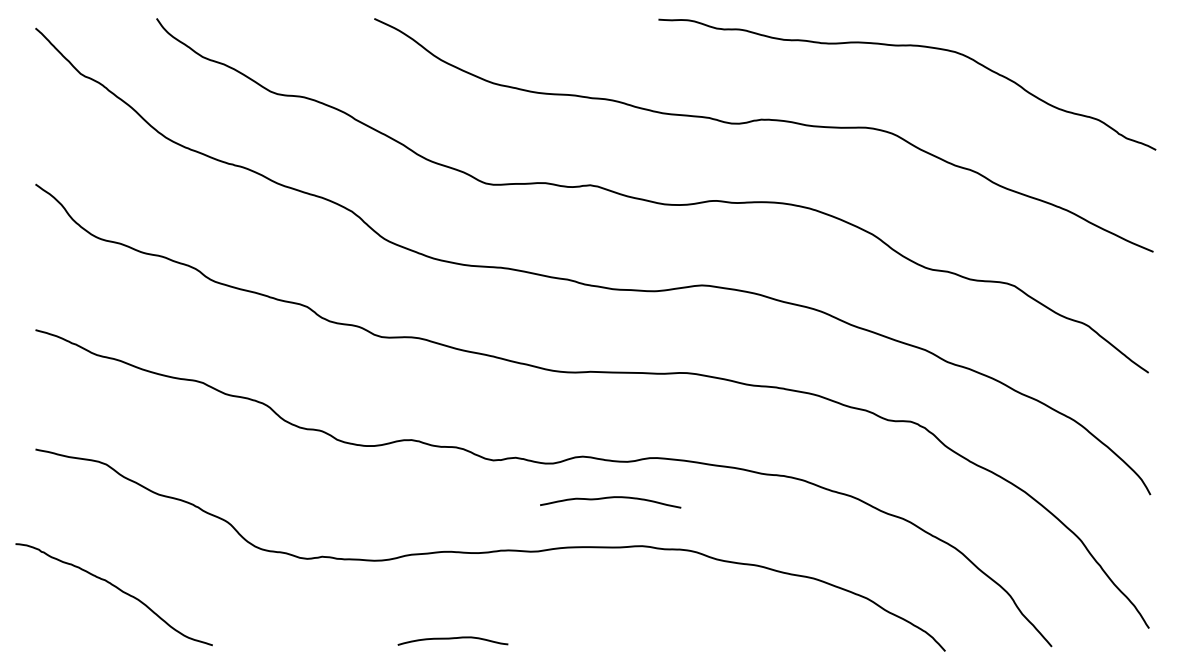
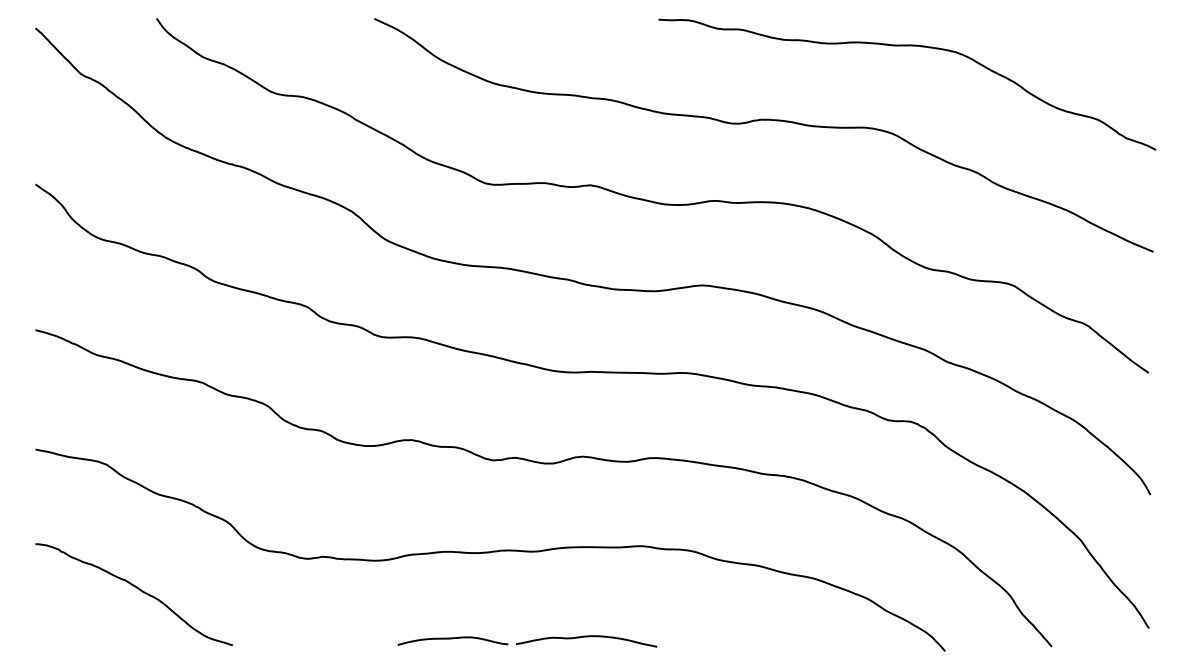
curve at (610, 498) position: (610, 498) -> (586, 637)
curve at (117, 589) position: (117, 589) -> (137, 589)
